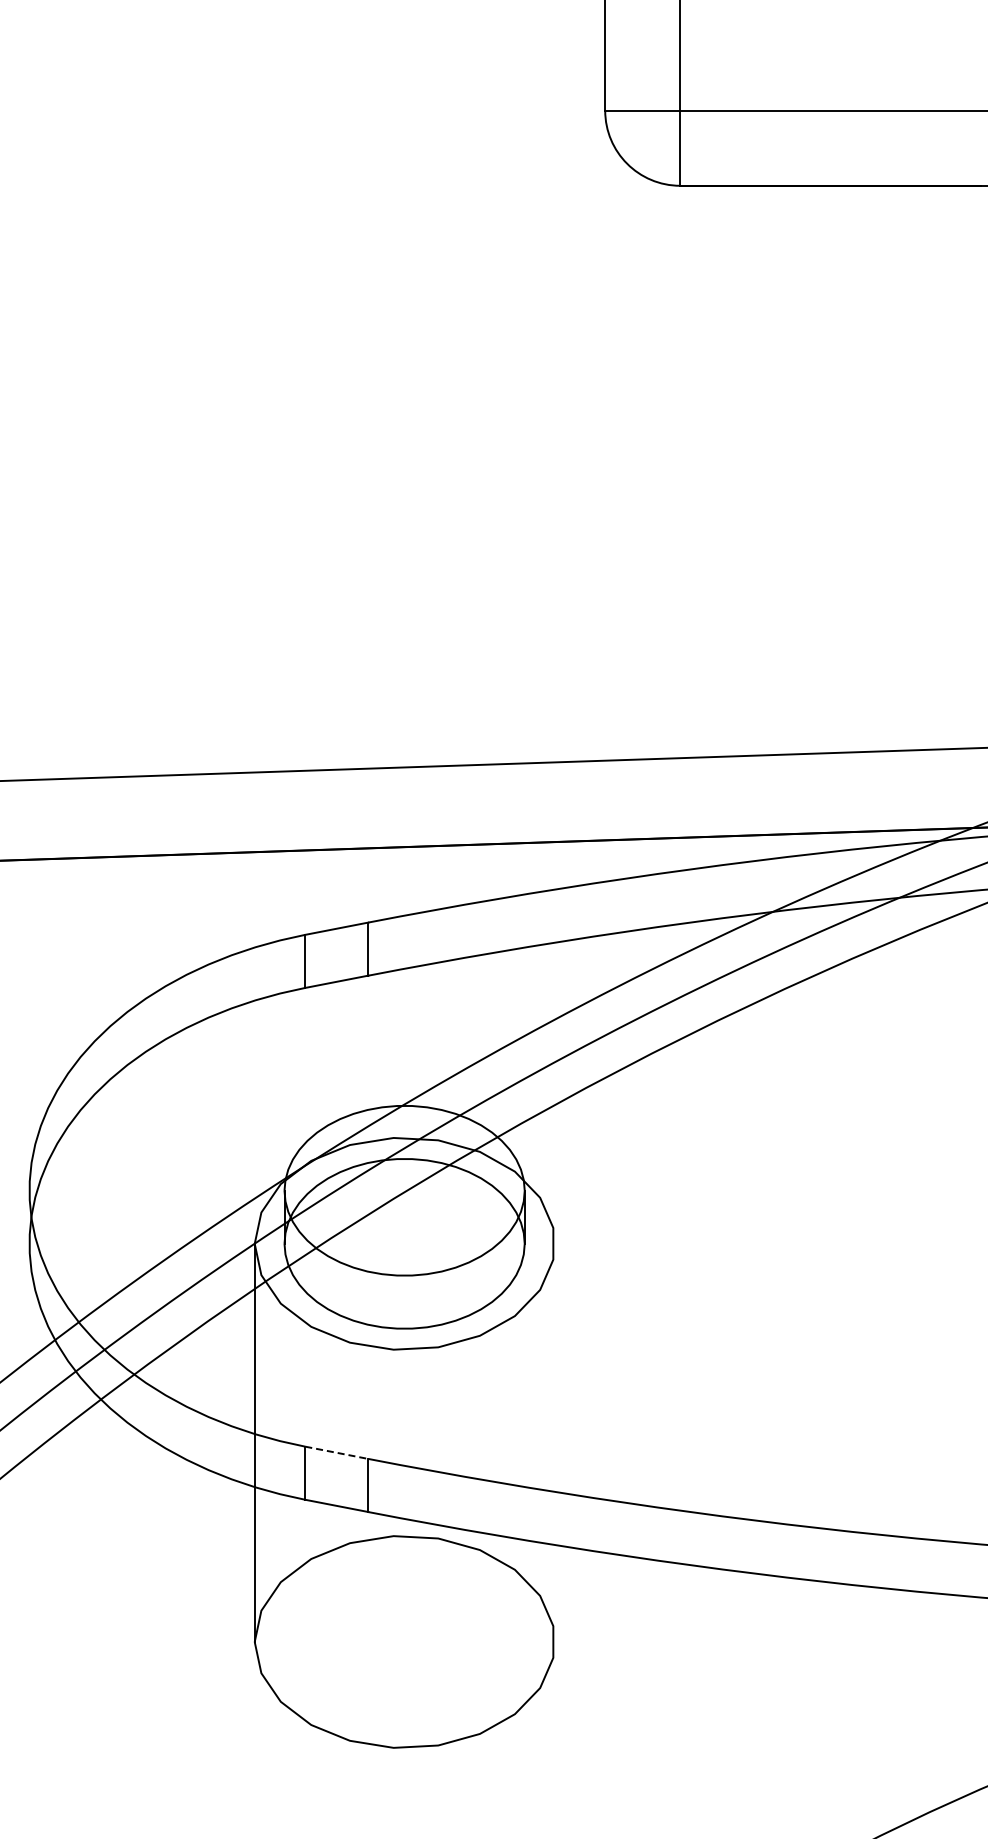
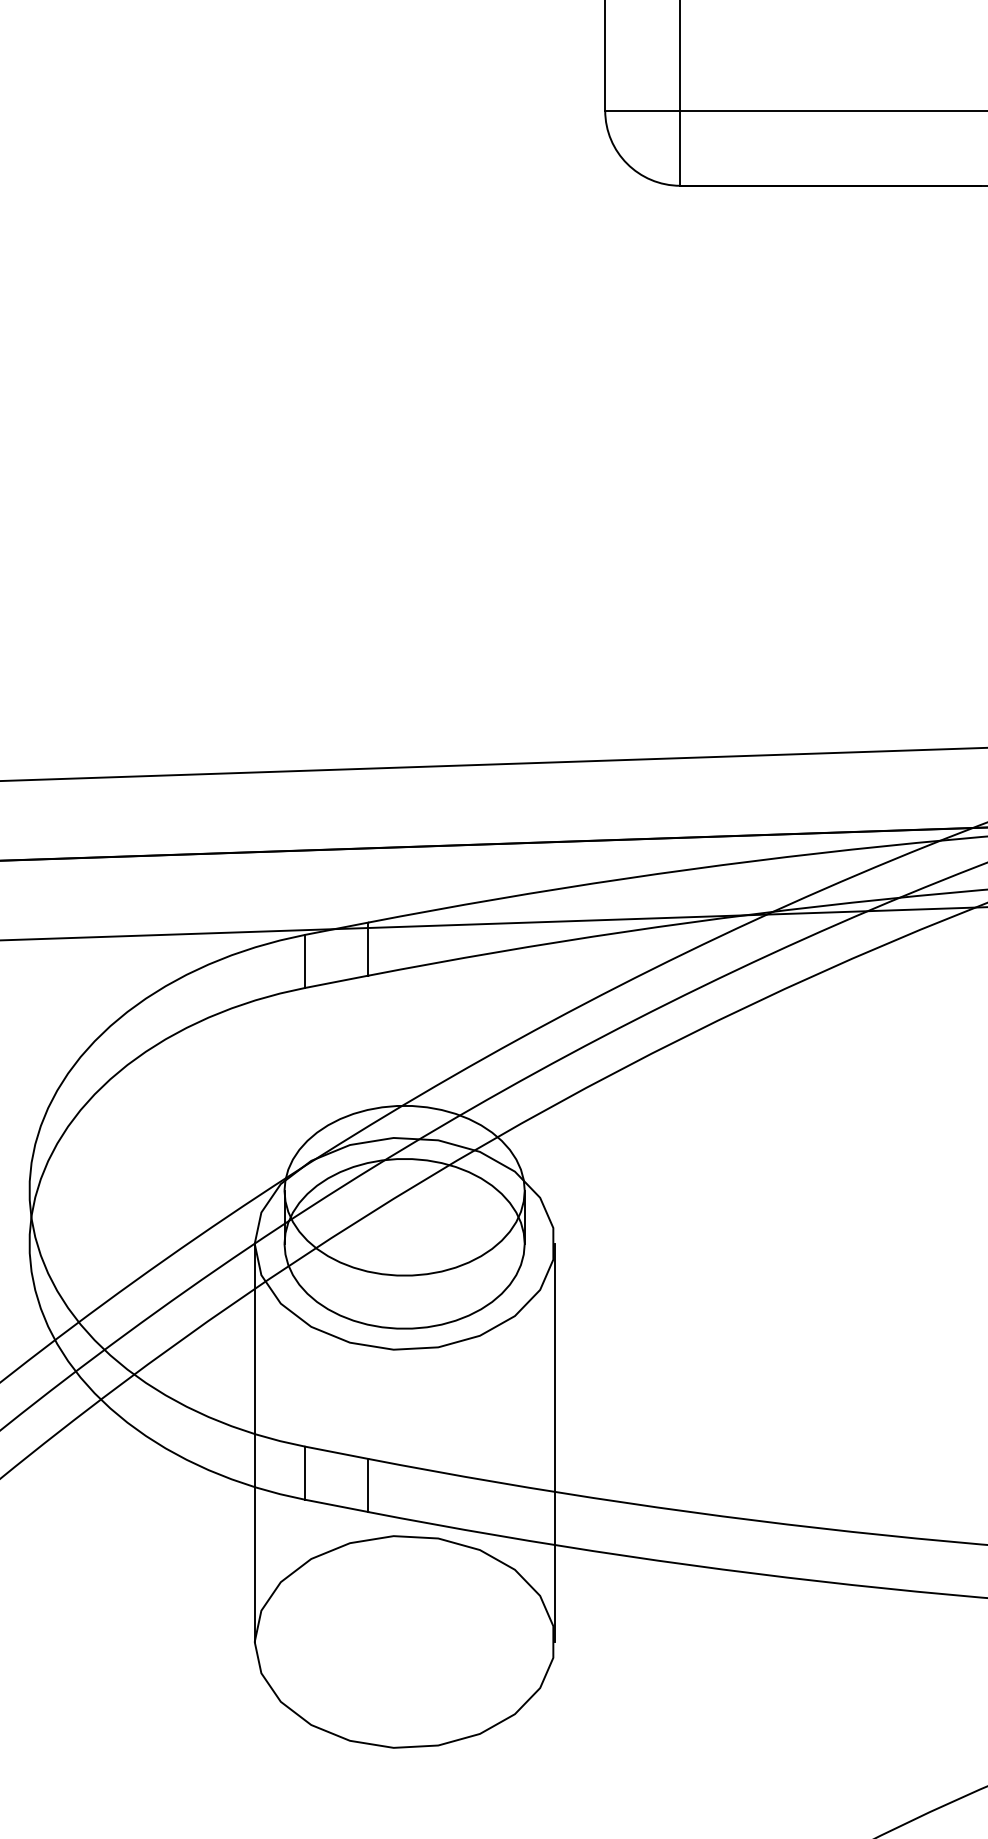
line at (493, 923): none -> present
line at (555, 1442): none -> present
line at (337, 1452): dashed -> solid
